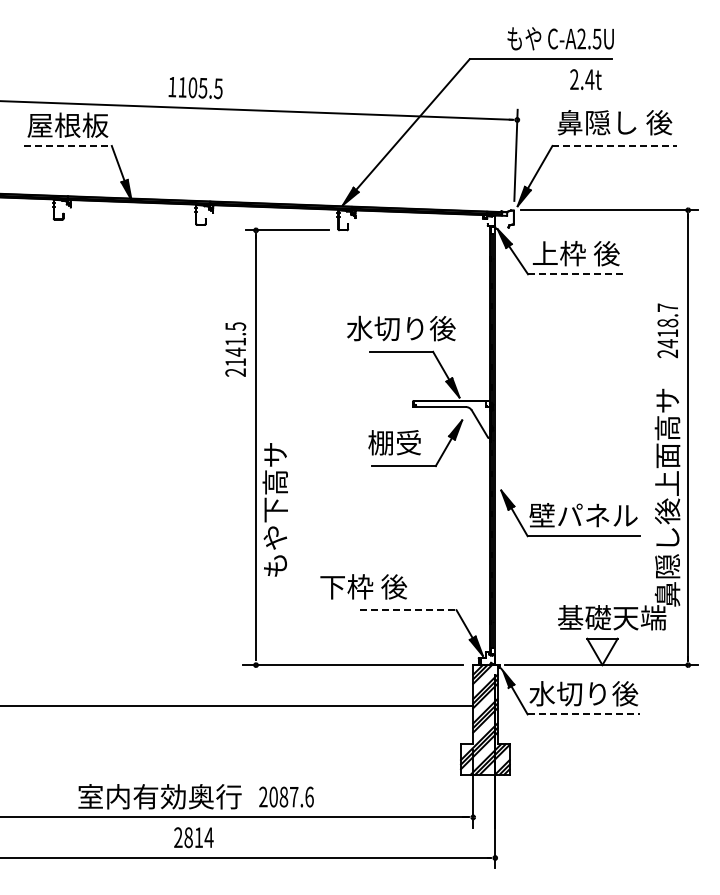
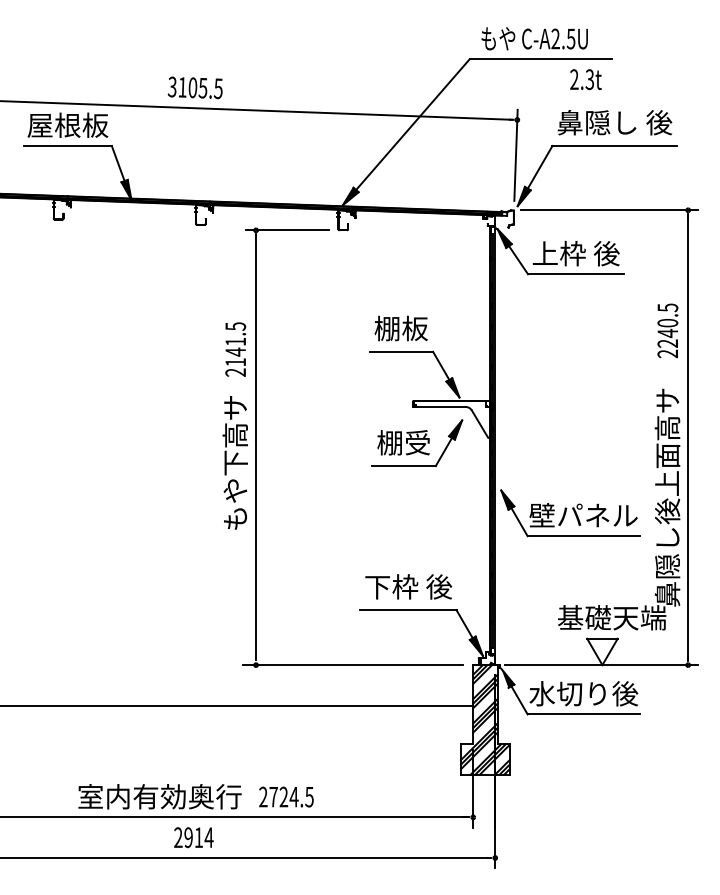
text at (560, 38) position: (560, 38) -> (534, 38)
text at (589, 79): 2.4t -> 2.3t
text at (171, 86): 1105.5 -> 3105.5
line at (67, 145): dashed -> solid
line at (615, 145): dashed -> solid
line at (576, 274): dashed -> solid
text at (667, 325): 2418.7 -> 2240.5
text at (401, 328): 水切り後 -> 棚板
text at (394, 442) position: (394, 442) -> (403, 442)
text at (274, 509) position: (274, 509) -> (234, 462)
text at (363, 586) position: (363, 586) -> (408, 586)
line at (409, 610): dashed -> solid
line at (584, 714): dashed -> solid
text at (291, 796): 2087.6 -> 2724.5
text at (188, 837): 2814 -> 2914
